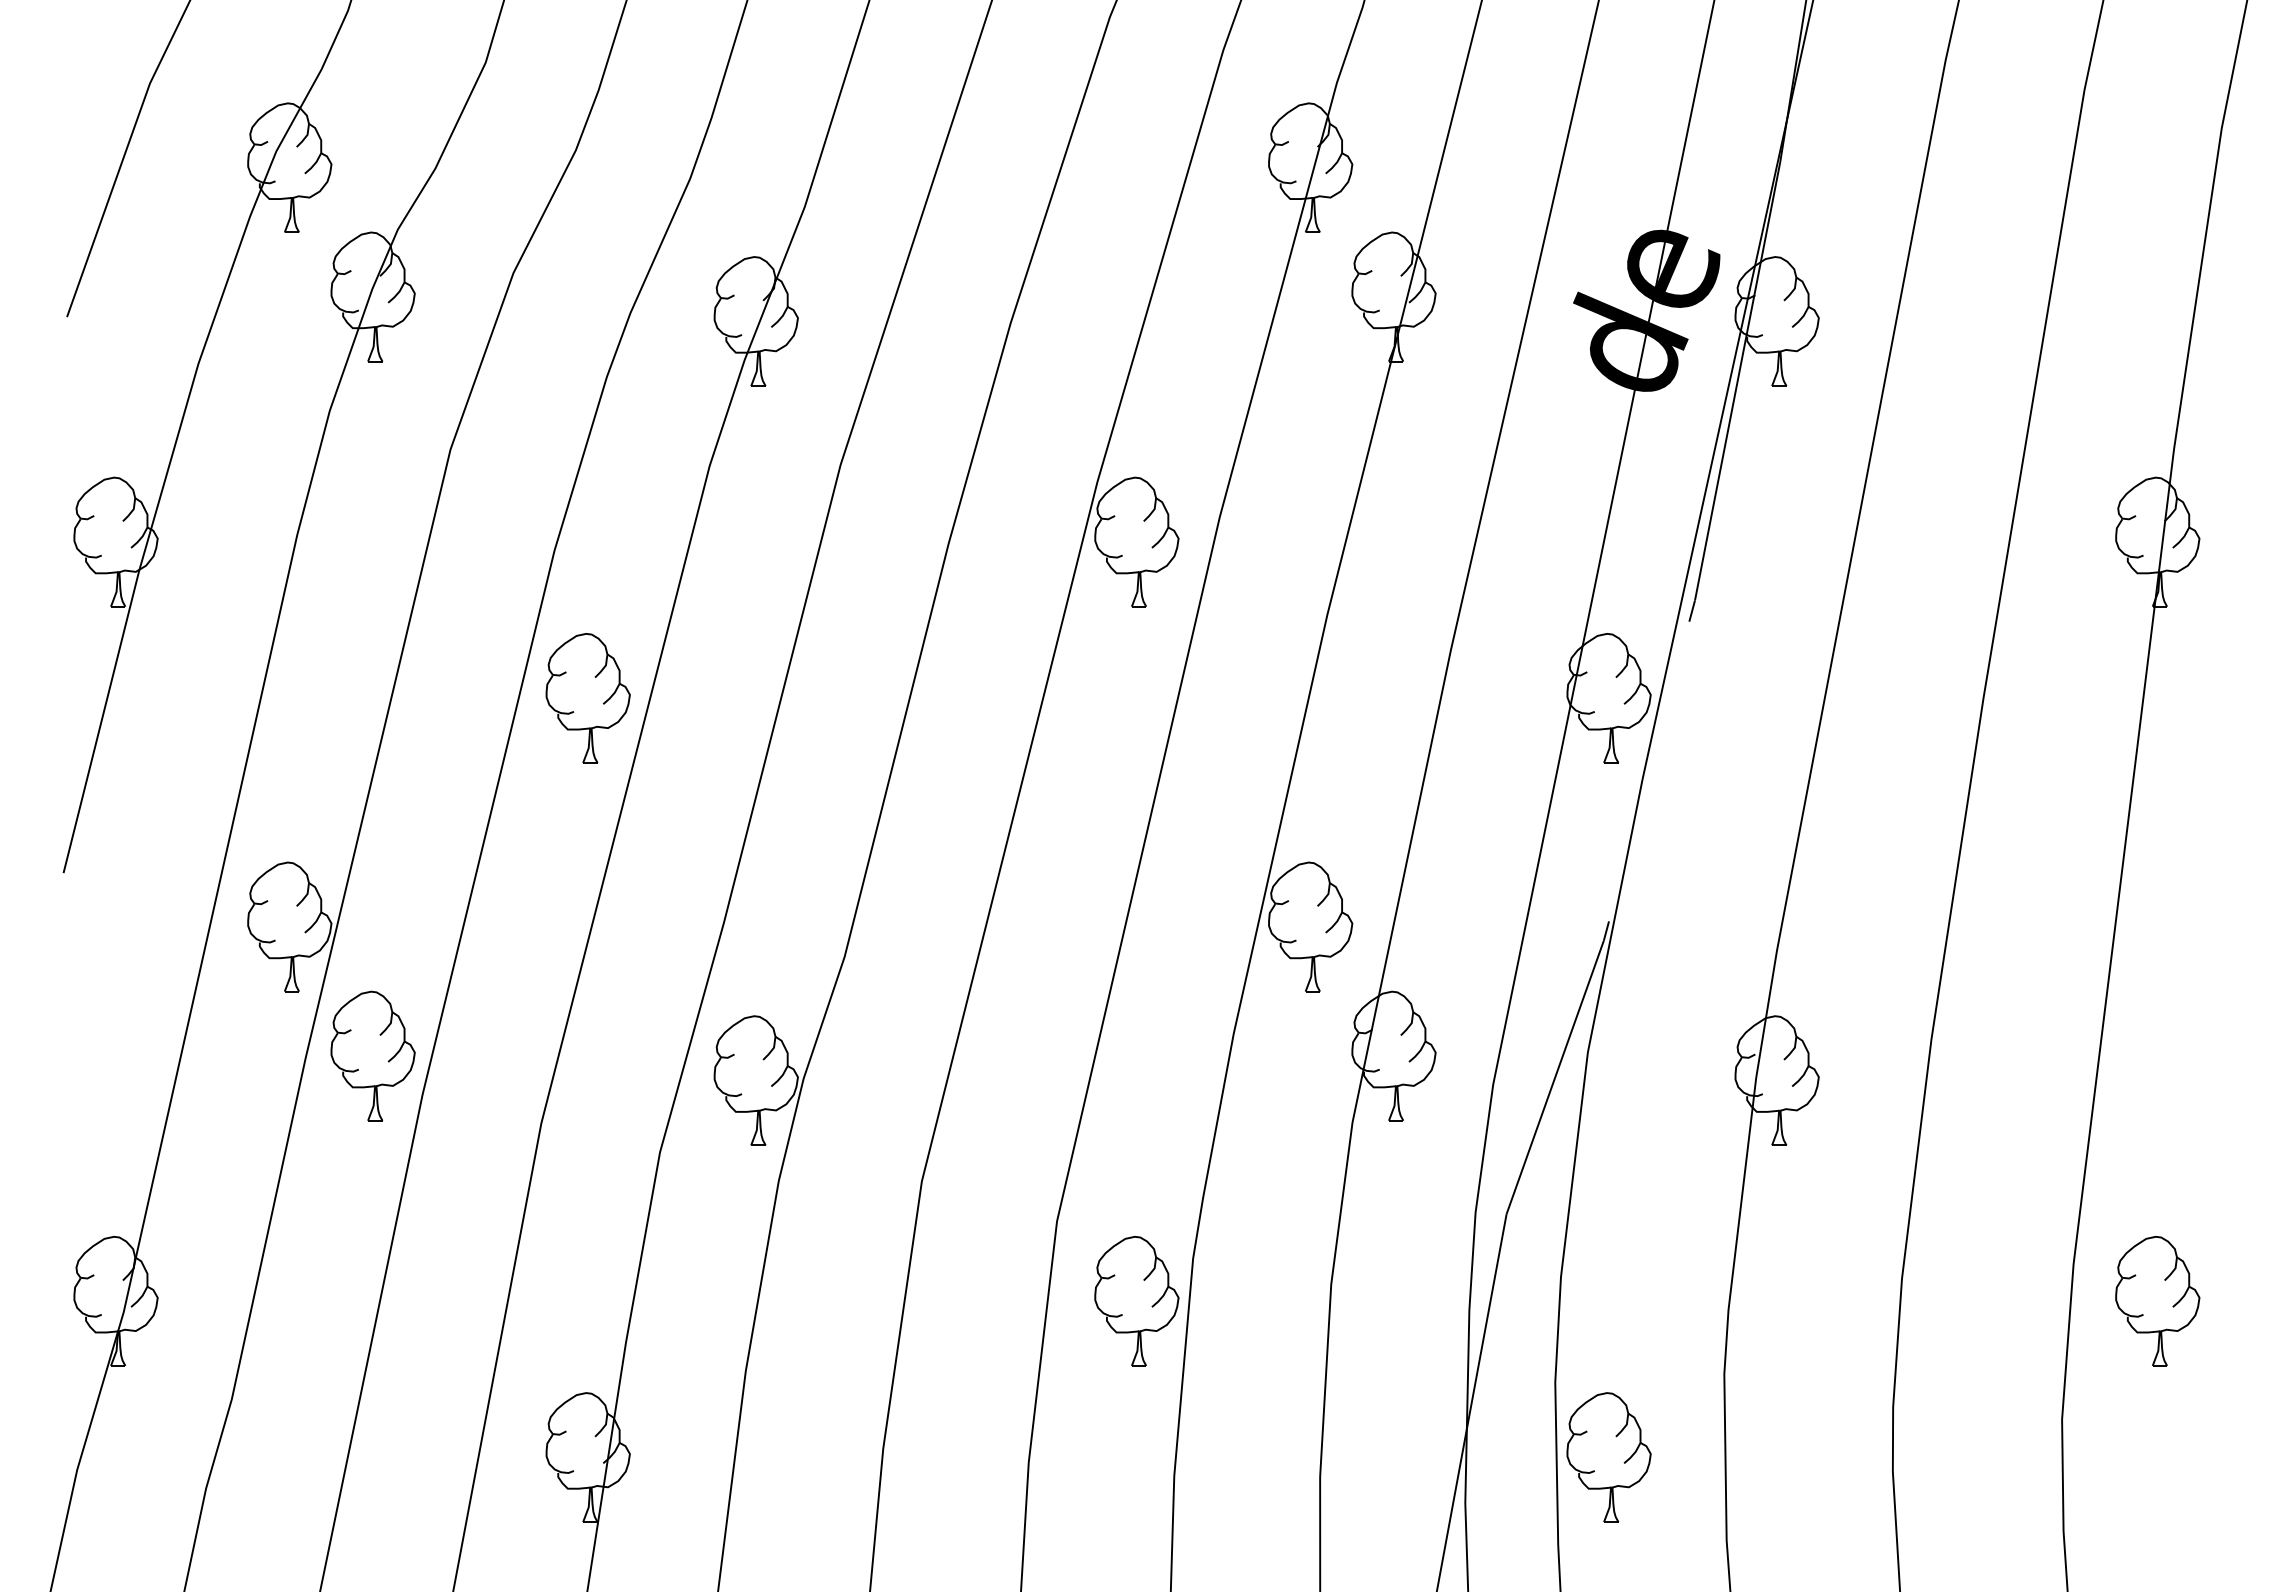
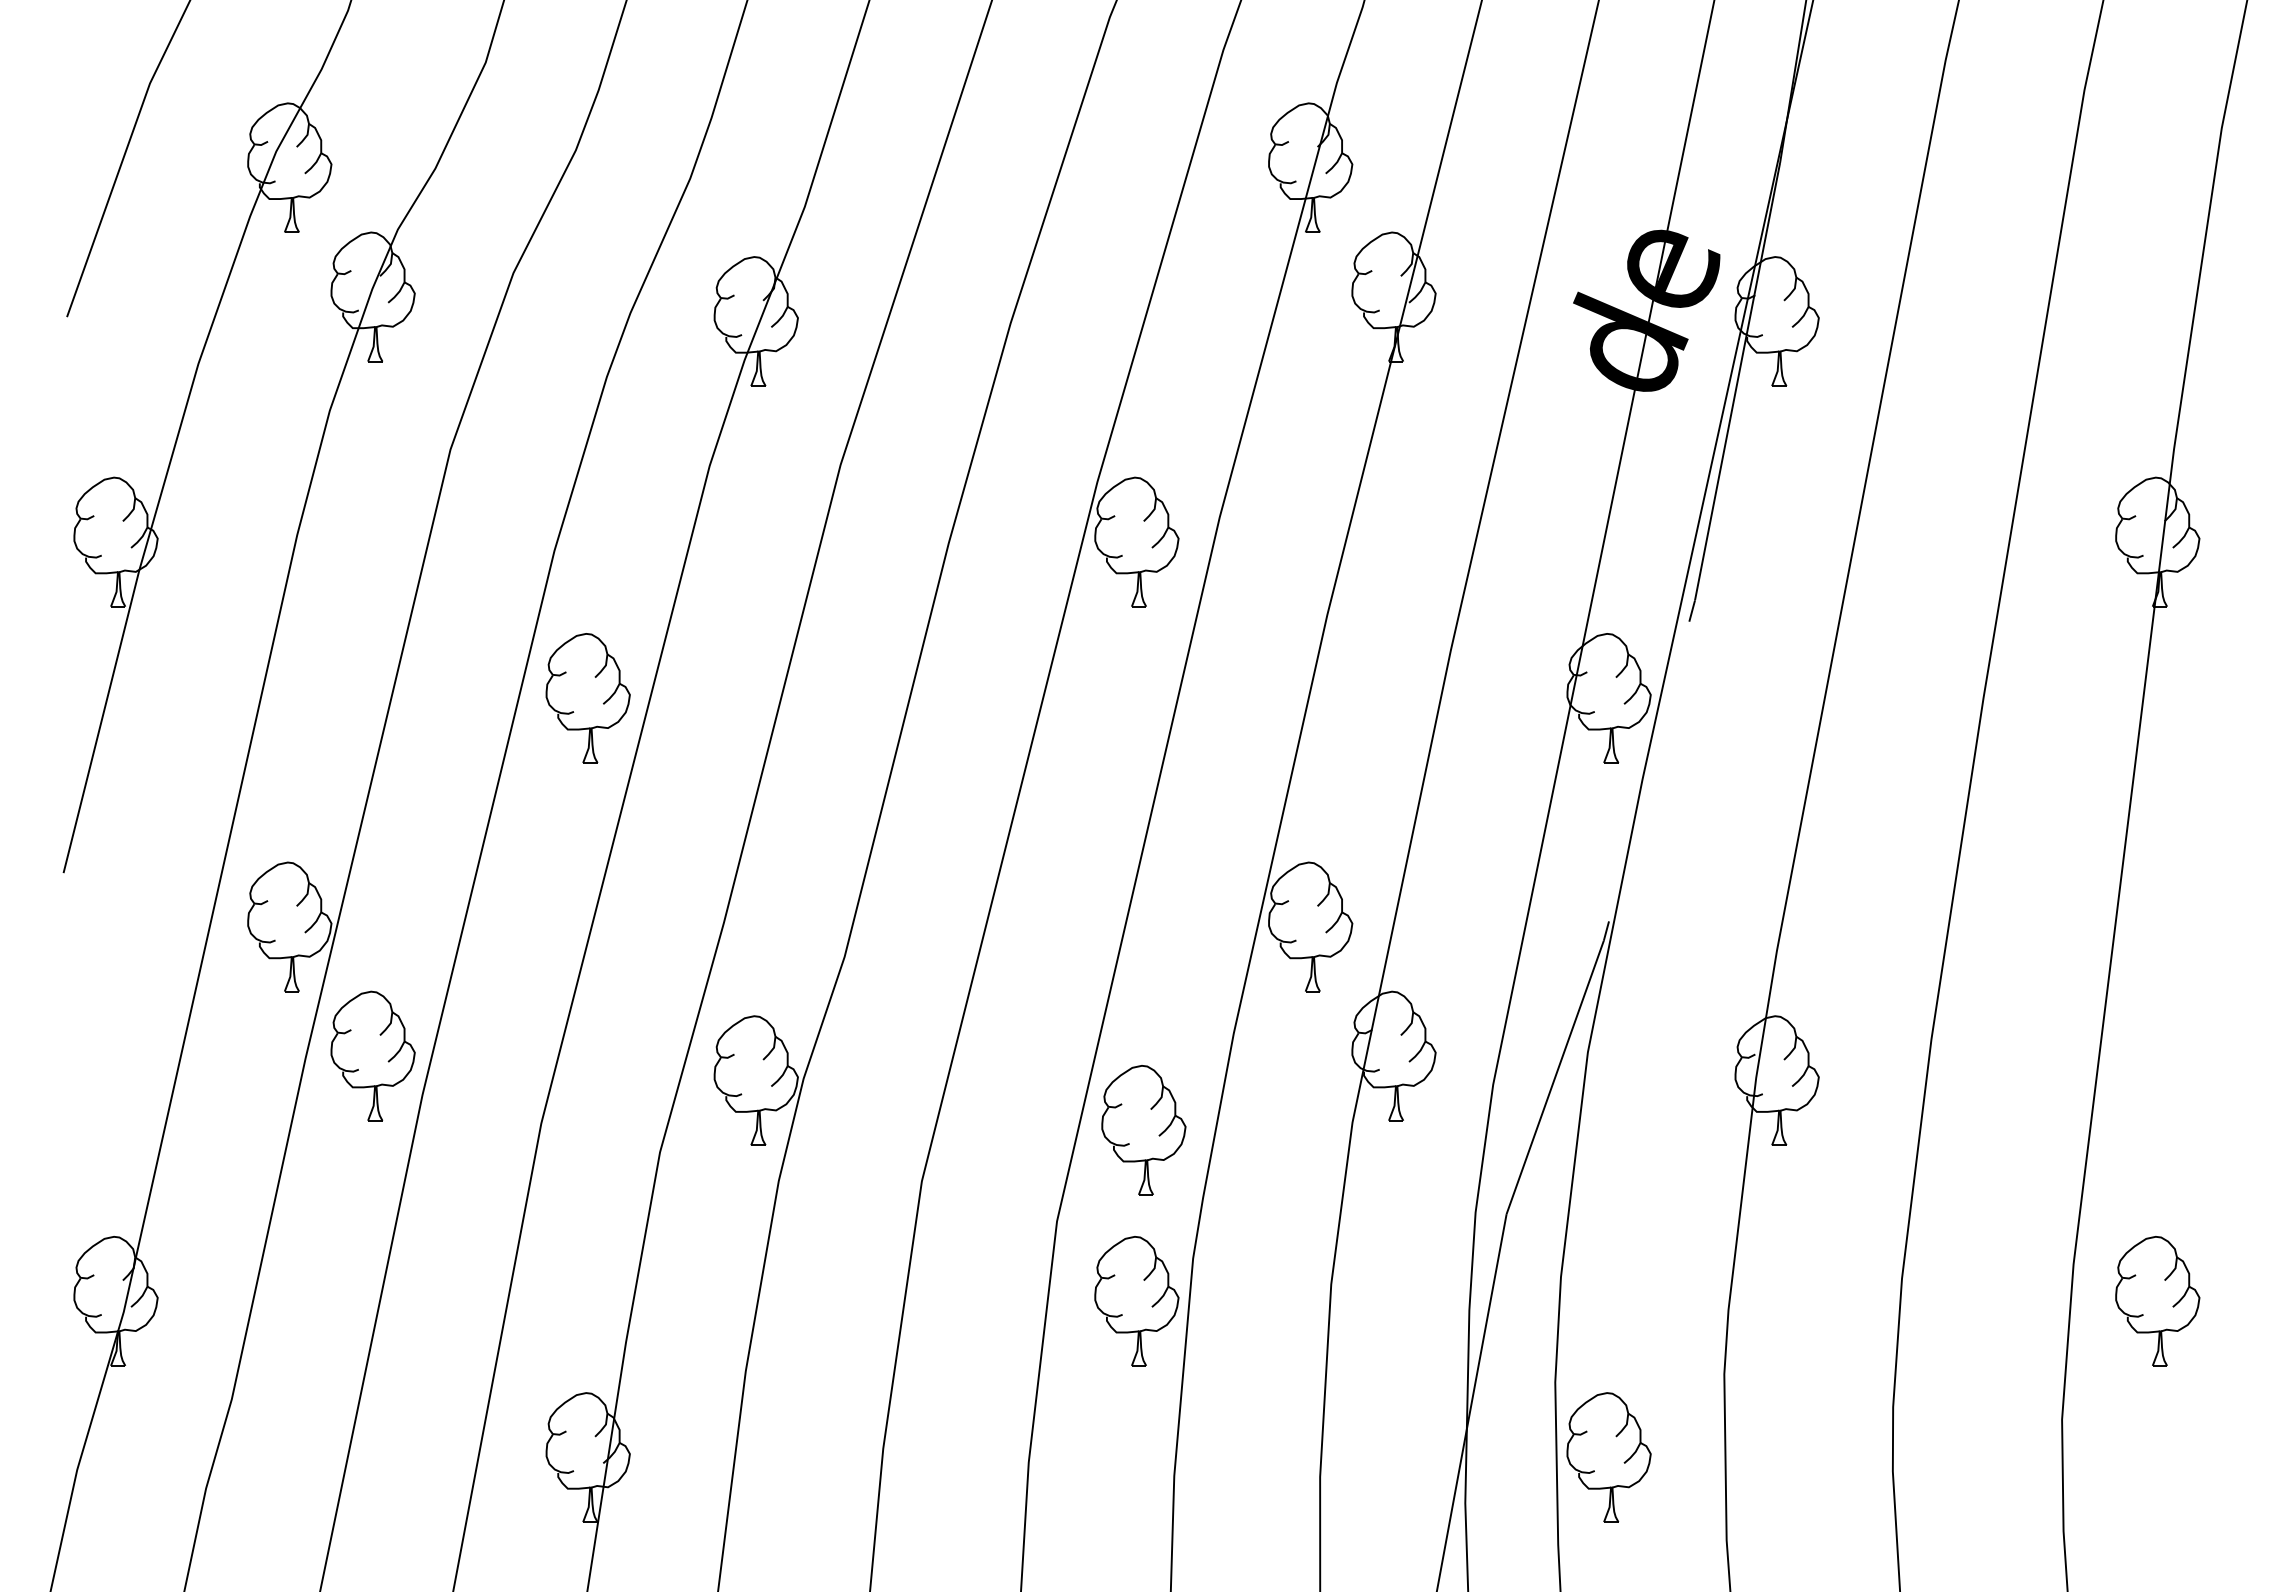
part at (1143, 1130): none -> present
